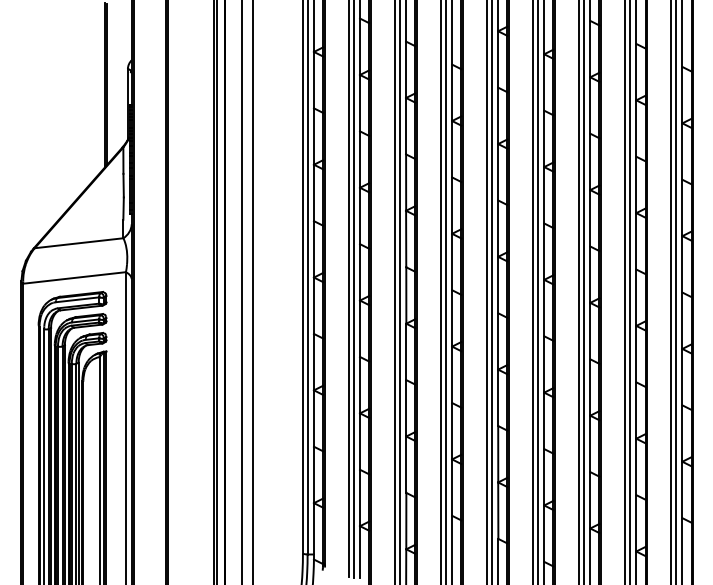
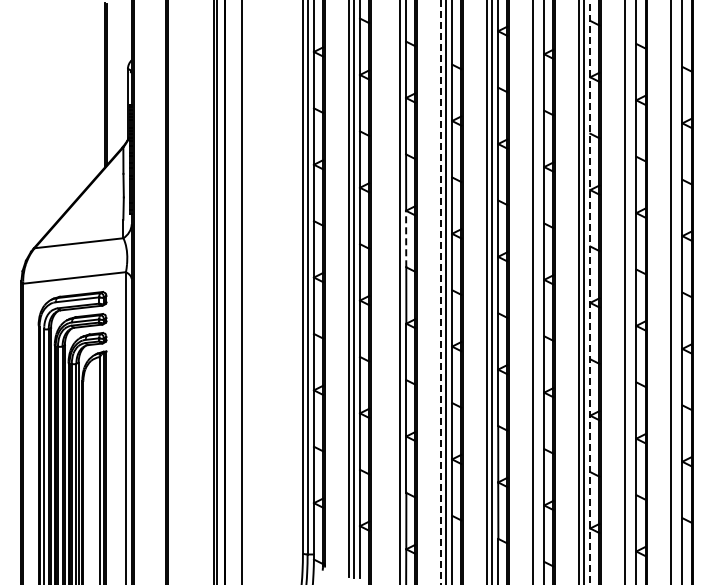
line at (406, 238): solid -> dashed
line at (252, 291): present -> none
line at (395, 291): present -> none
line at (537, 291): present -> none
line at (629, 291): present -> none
line at (676, 291): present -> none
line at (441, 292): solid -> dashed
line at (590, 292): solid -> dashed
